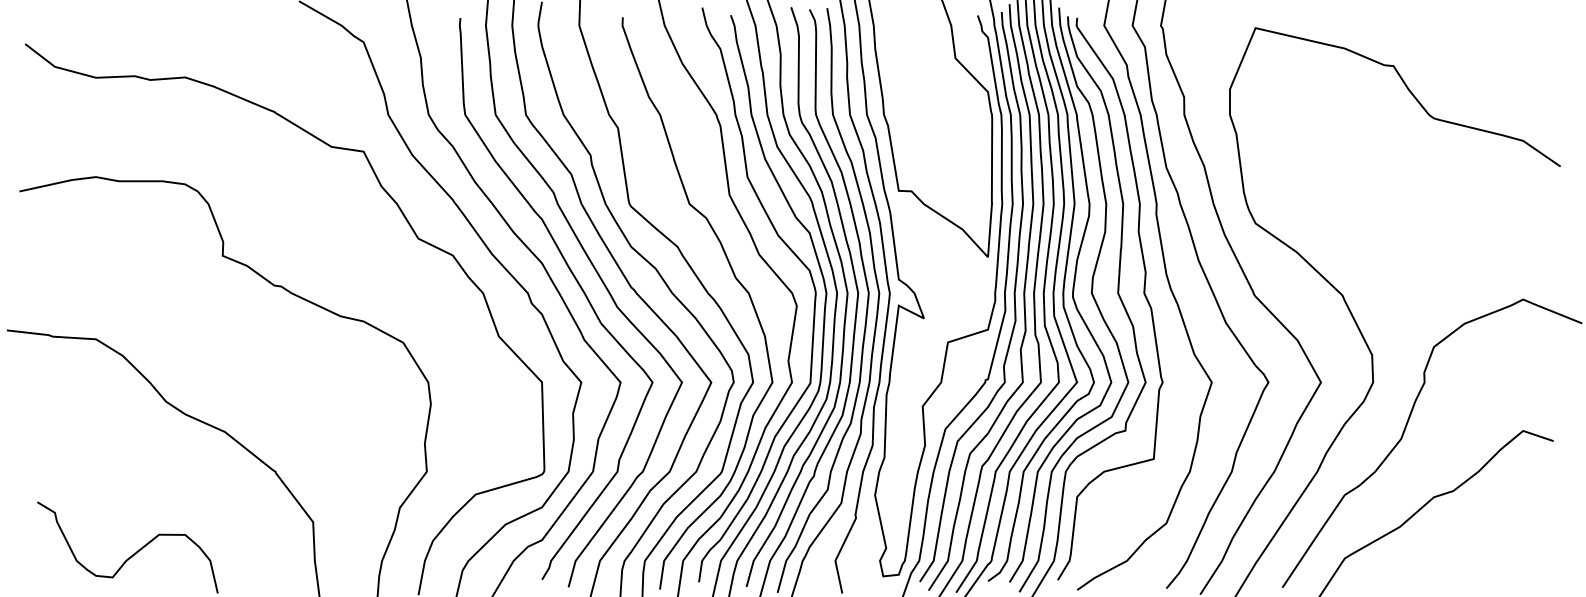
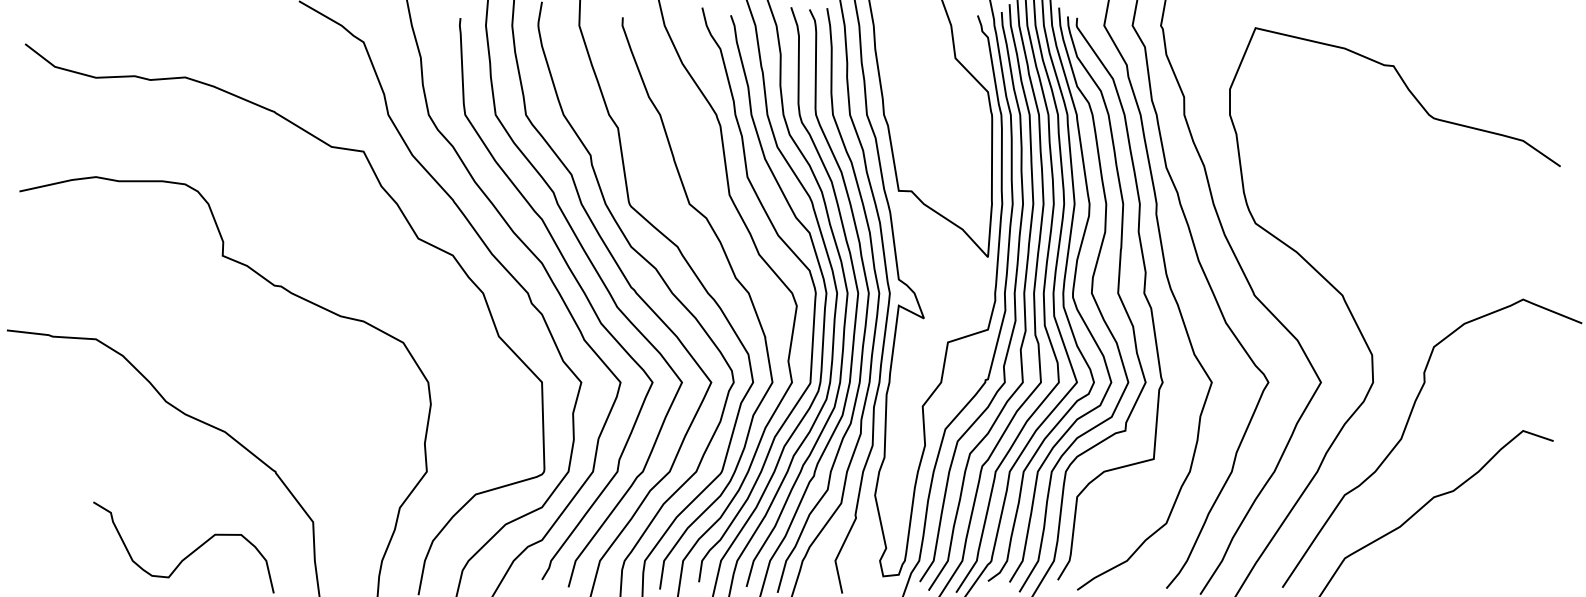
curve at (133, 553) position: (133, 553) -> (189, 553)
